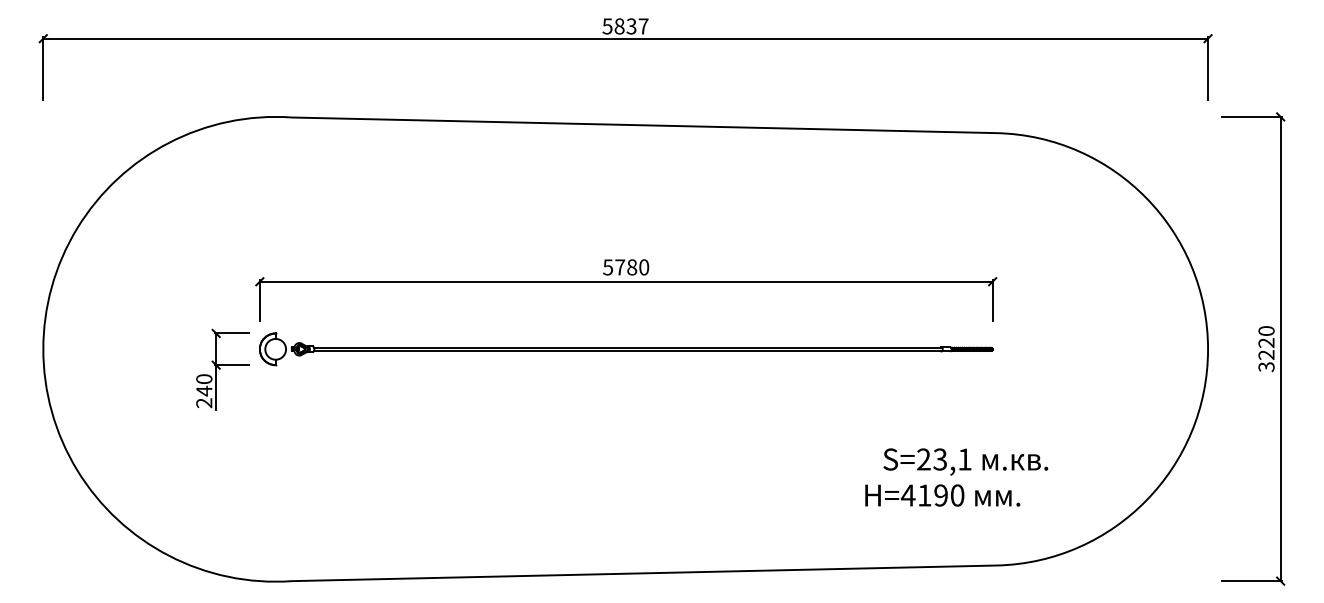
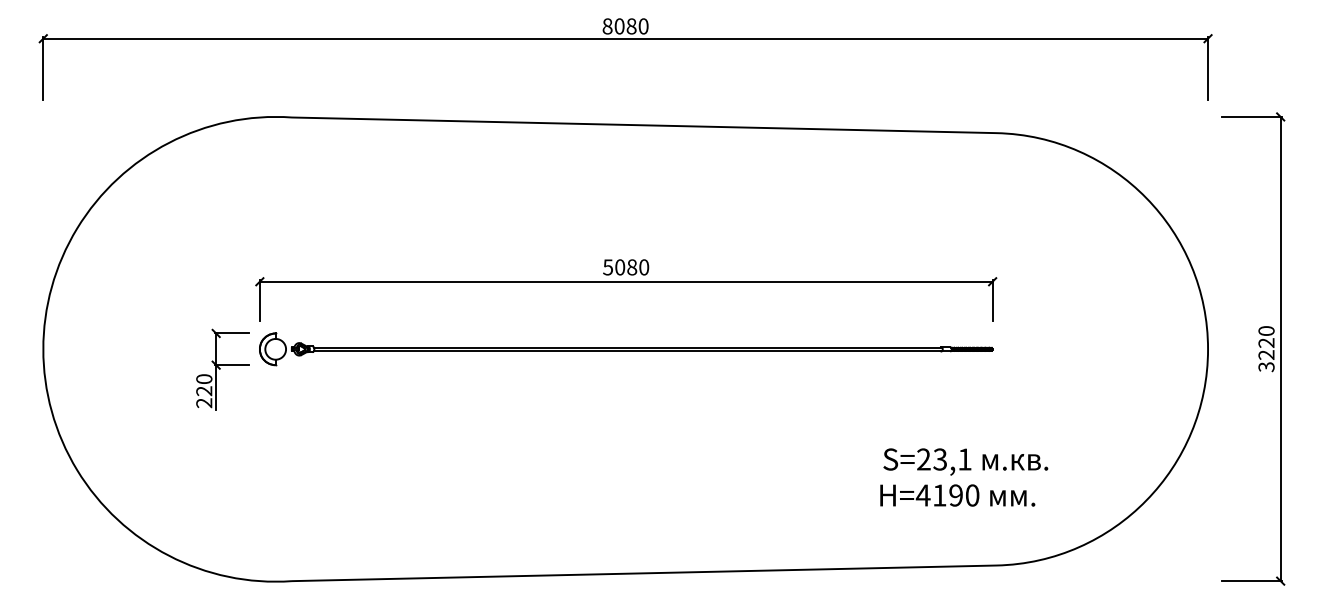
text at (625, 26): 5837 -> 8080
text at (620, 267): 5780 -> 5080
text at (204, 390): 240 -> 220
text at (942, 495) position: (942, 495) -> (957, 495)
